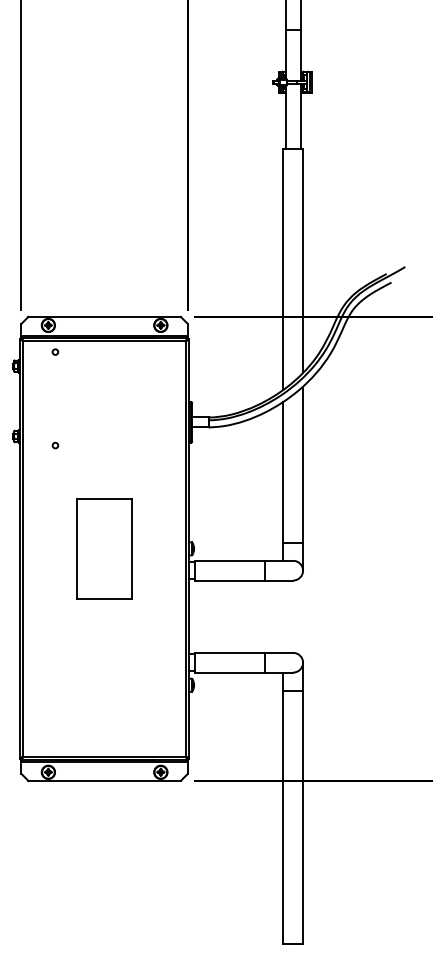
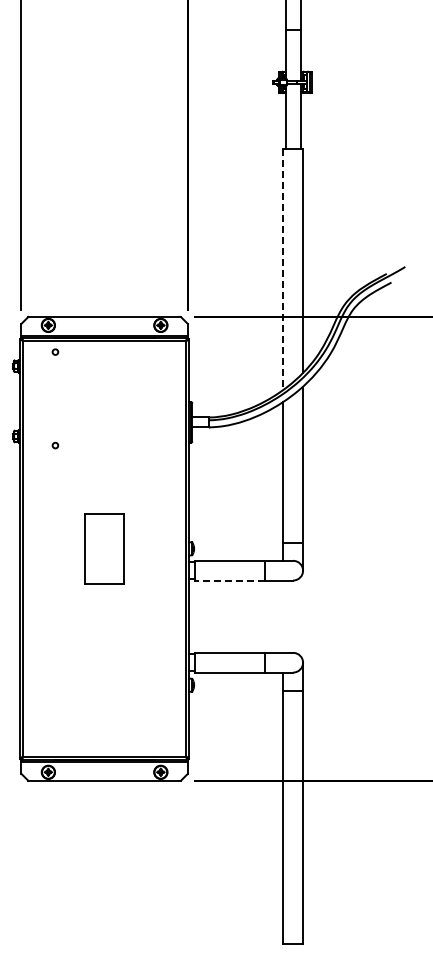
line at (283, 270): solid -> dashed
part at (104, 548) size: 57x102 px -> 41x72 px
line at (229, 580): solid -> dashed
